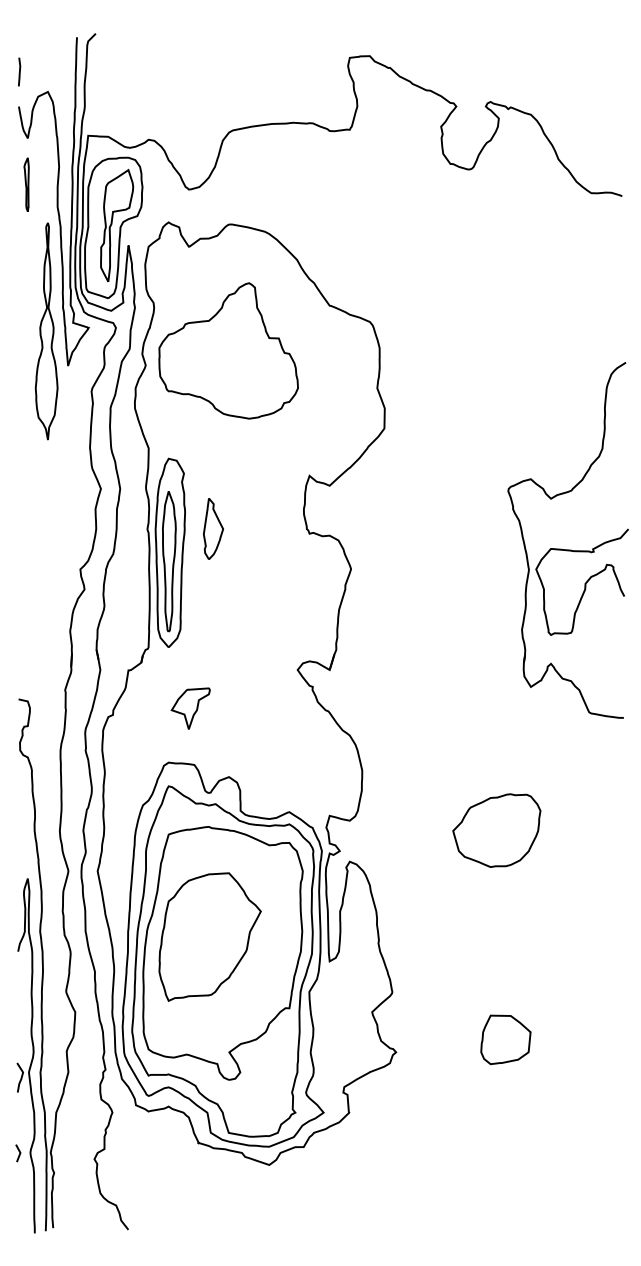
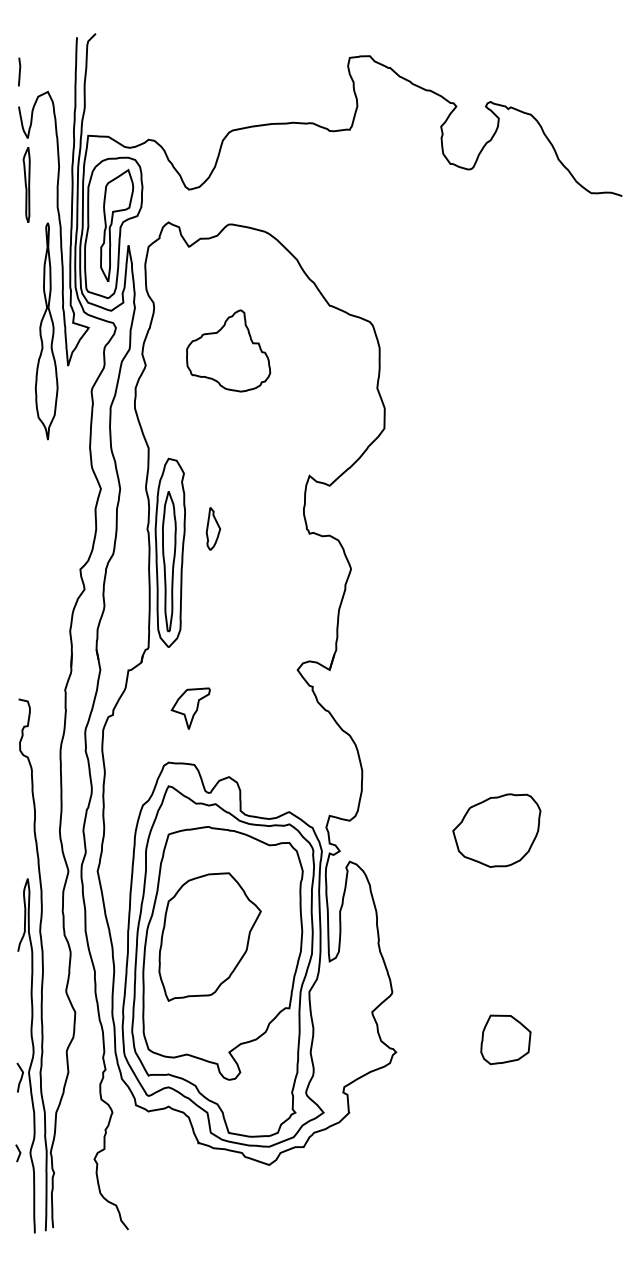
part at (26, 184) size: 7x55 px -> 9x76 px
part at (228, 350) size: 141x138 px -> 86x84 px
part at (213, 528) size: 21x62 px -> 17x44 px
part at (567, 549): present -> none
